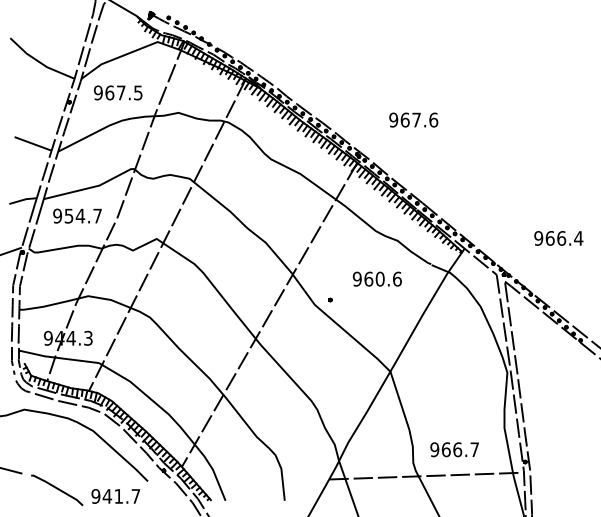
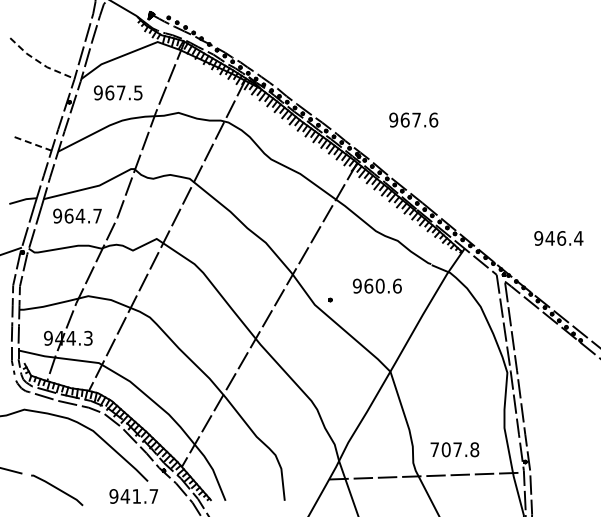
line at (39, 62): solid -> dashed
line at (33, 143): solid -> dashed
text at (68, 215): 954.7 -> 964.7
text at (549, 238): 966.4 -> 946.4
text at (376, 278) position: (376, 278) -> (376, 285)
text at (454, 449): 966.7 -> 707.8
text at (115, 496) position: (115, 496) -> (133, 496)
